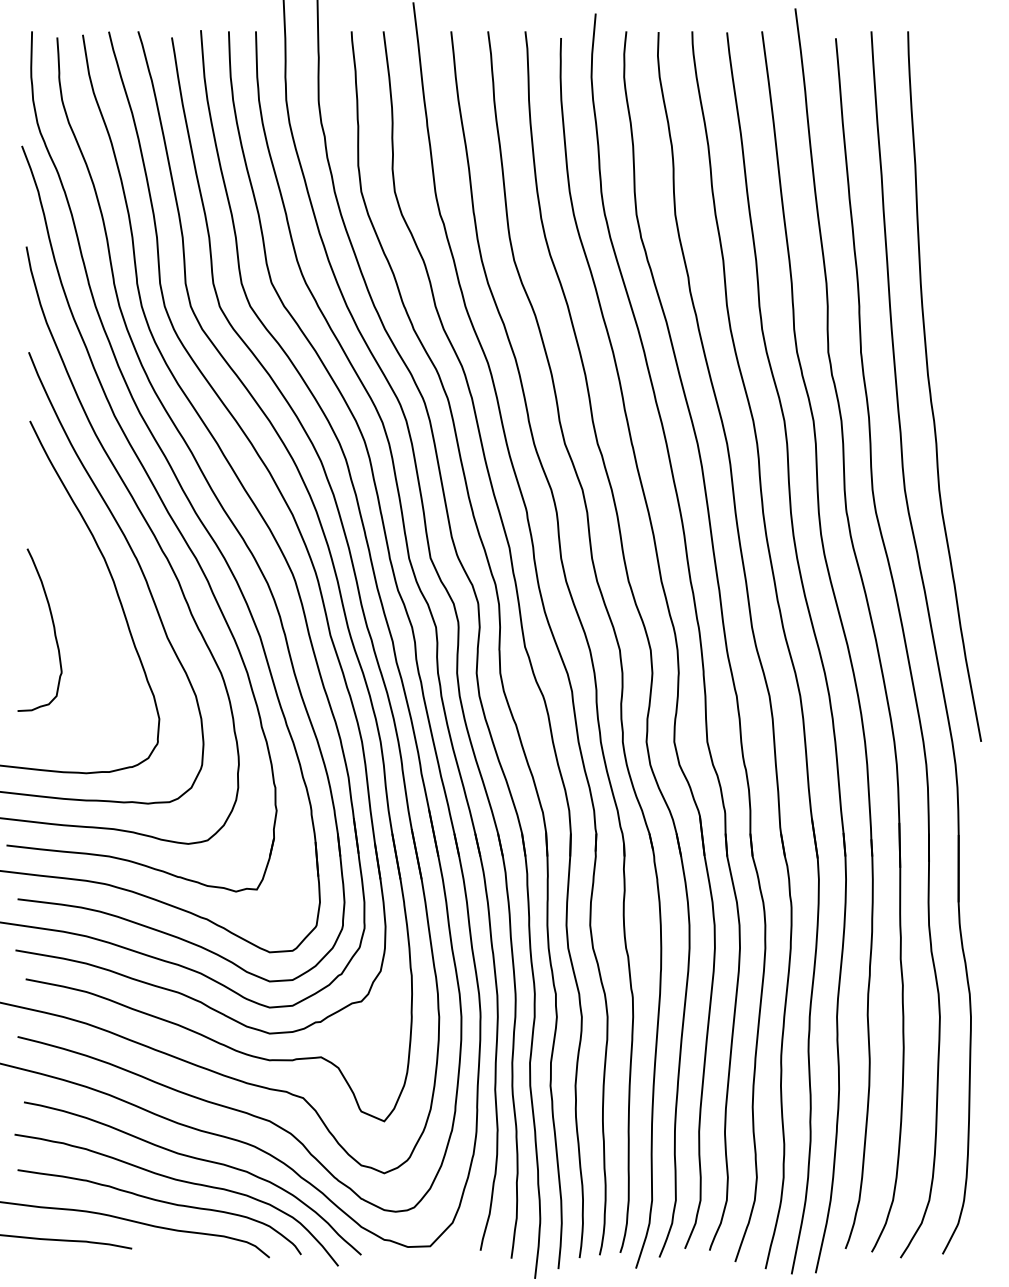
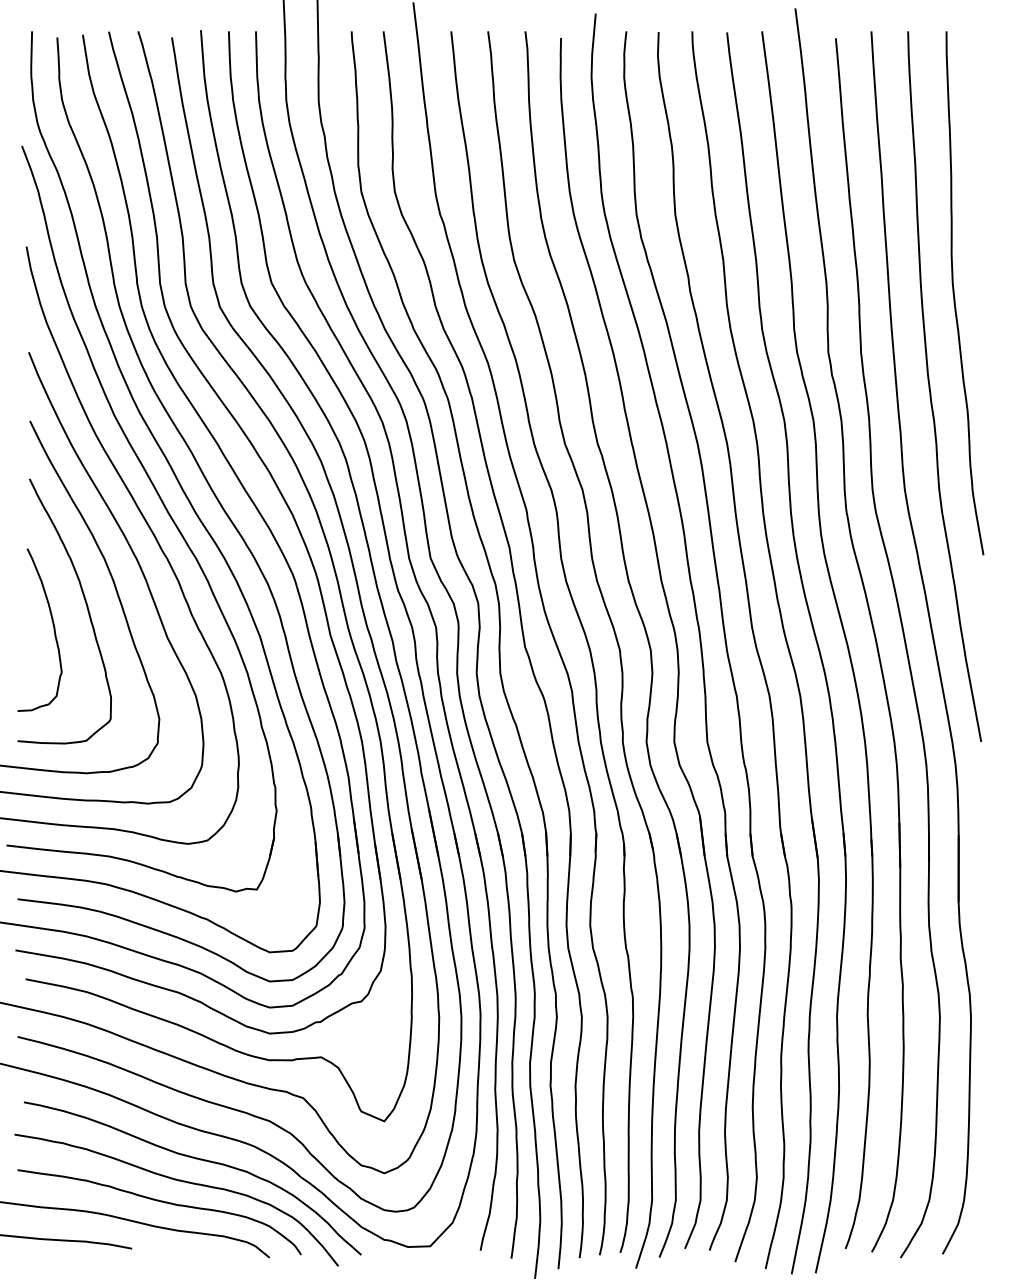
curve at (955, 297): none -> present
curve at (85, 604): none -> present
